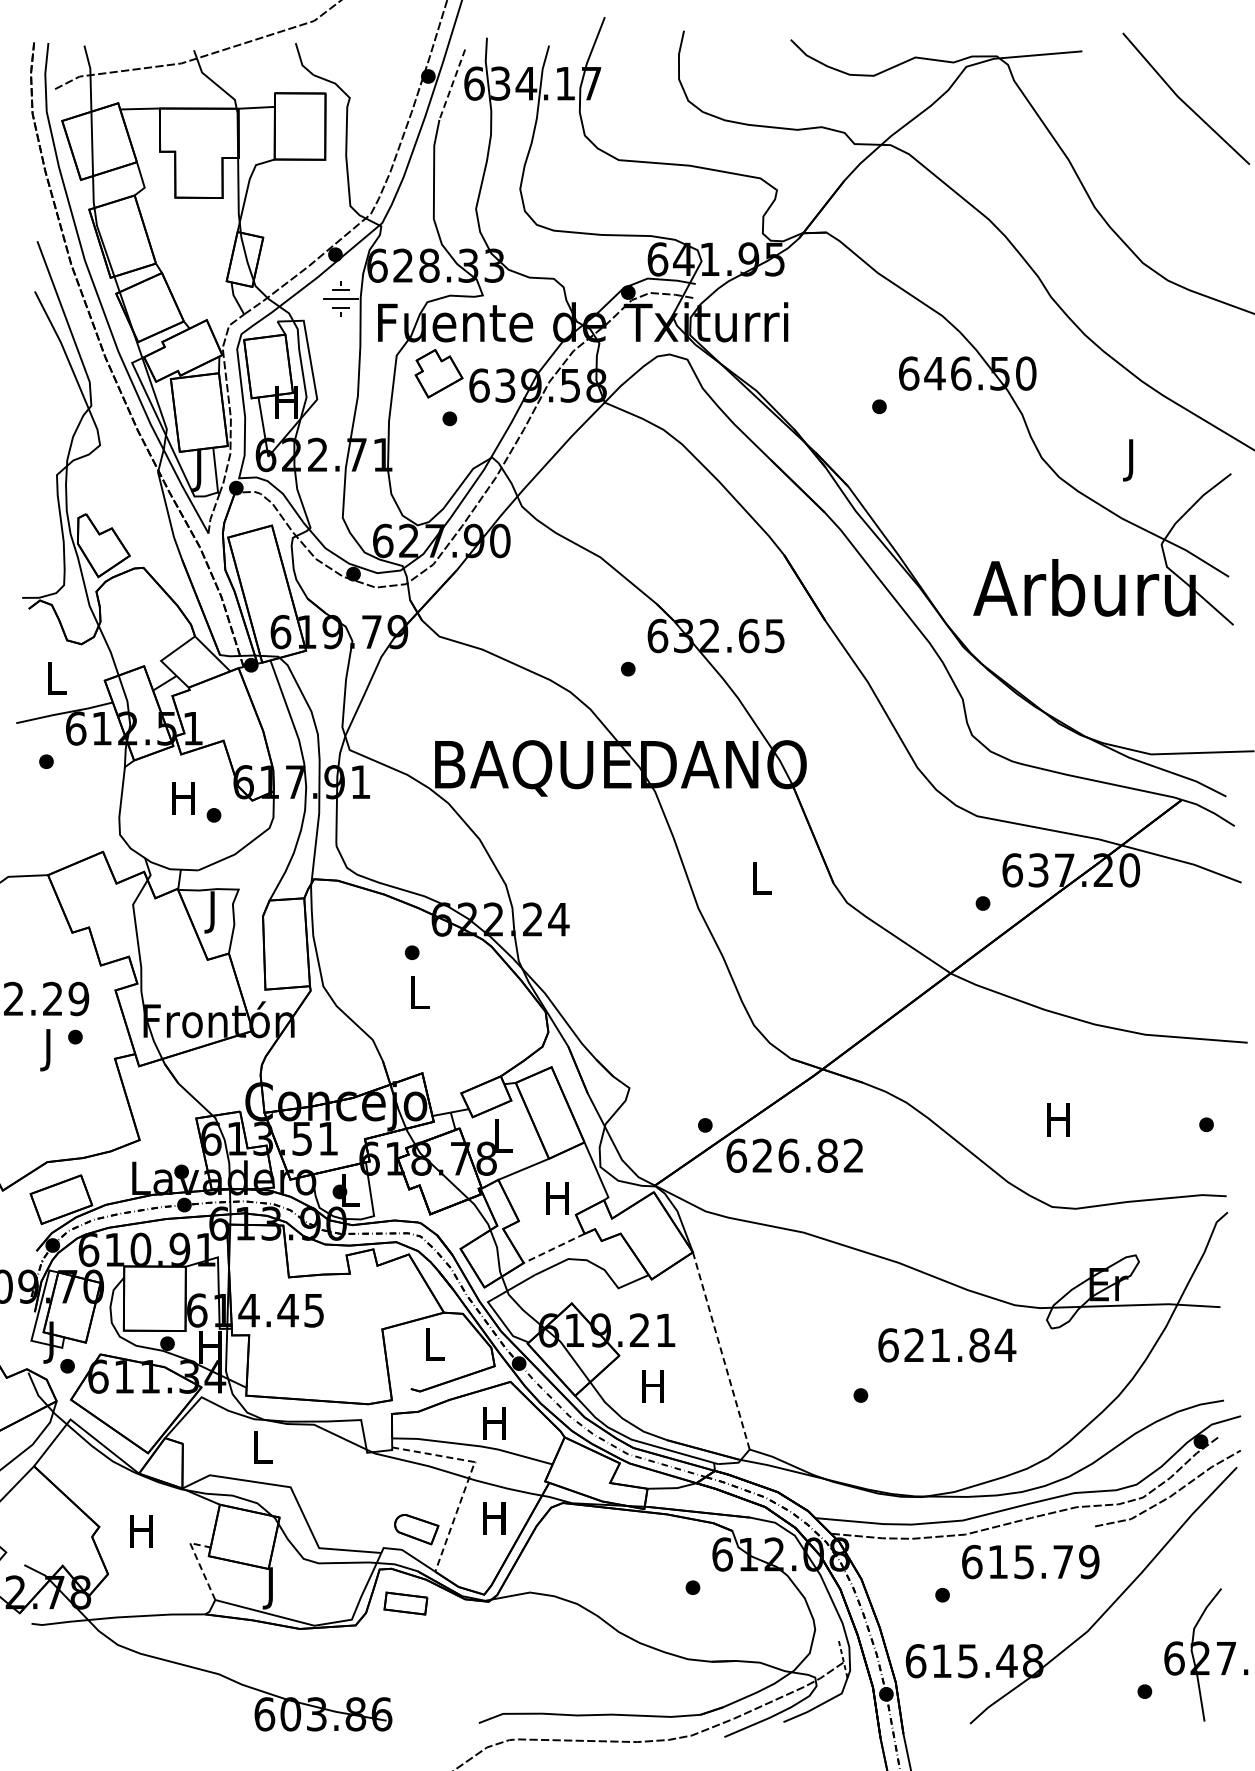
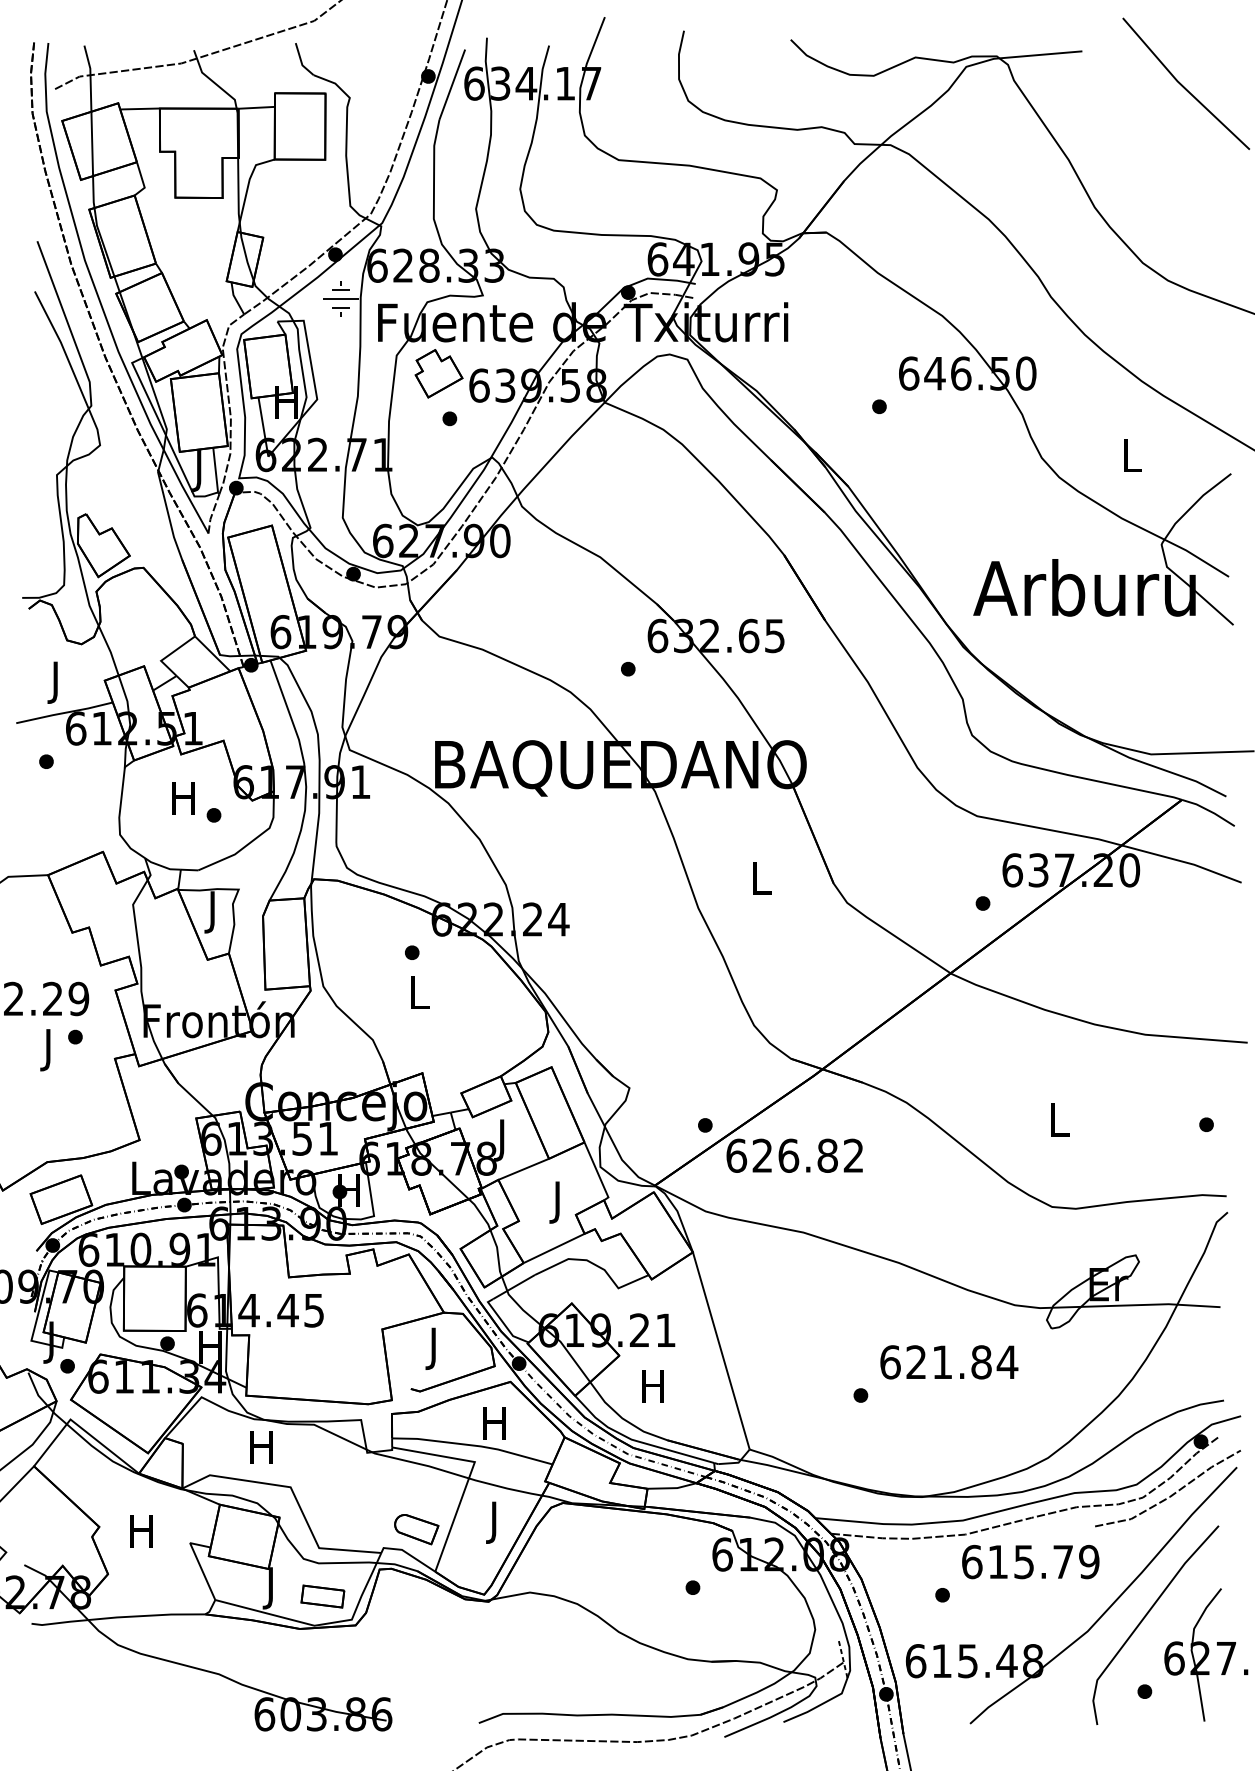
line at (452, 85): dashed -> solid
line at (1183, 100) position: (1183, 100) -> (1183, 85)
text at (1132, 460): J -> L
text at (56, 682): L -> J
text at (1058, 1119): H -> L
text at (503, 1140): L -> J
text at (348, 1190): L -> H
text at (557, 1202): H -> J
line at (554, 1248): dashed -> solid
text at (947, 1345) position: (947, 1345) -> (949, 1362)
text at (434, 1348): L -> J
line at (721, 1350): dashed -> solid
text at (261, 1447): L -> H
line at (469, 1477): dashed -> solid
text at (494, 1522): H -> J
line at (198, 1561): dashed -> solid
part at (405, 1603) position: (405, 1603) -> (322, 1596)
line at (1147, 1615): none -> present
